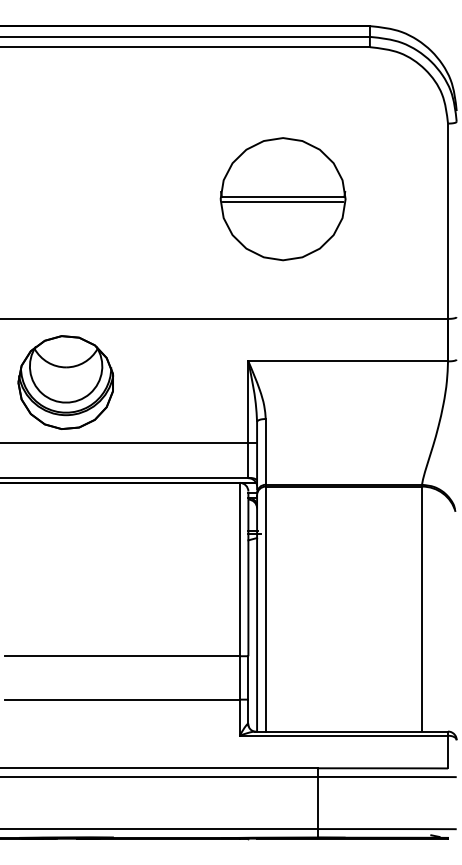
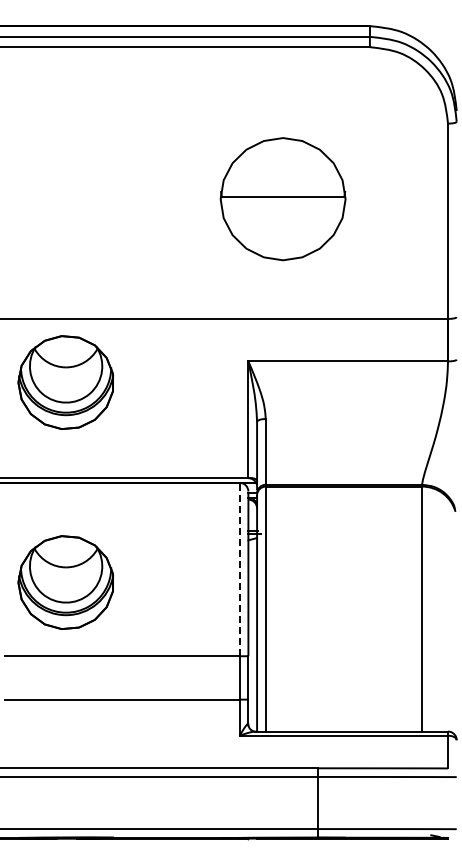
line at (283, 202): present -> none
line at (129, 443): present -> none
line at (239, 569): solid -> dashed
part at (65, 582): none -> present
